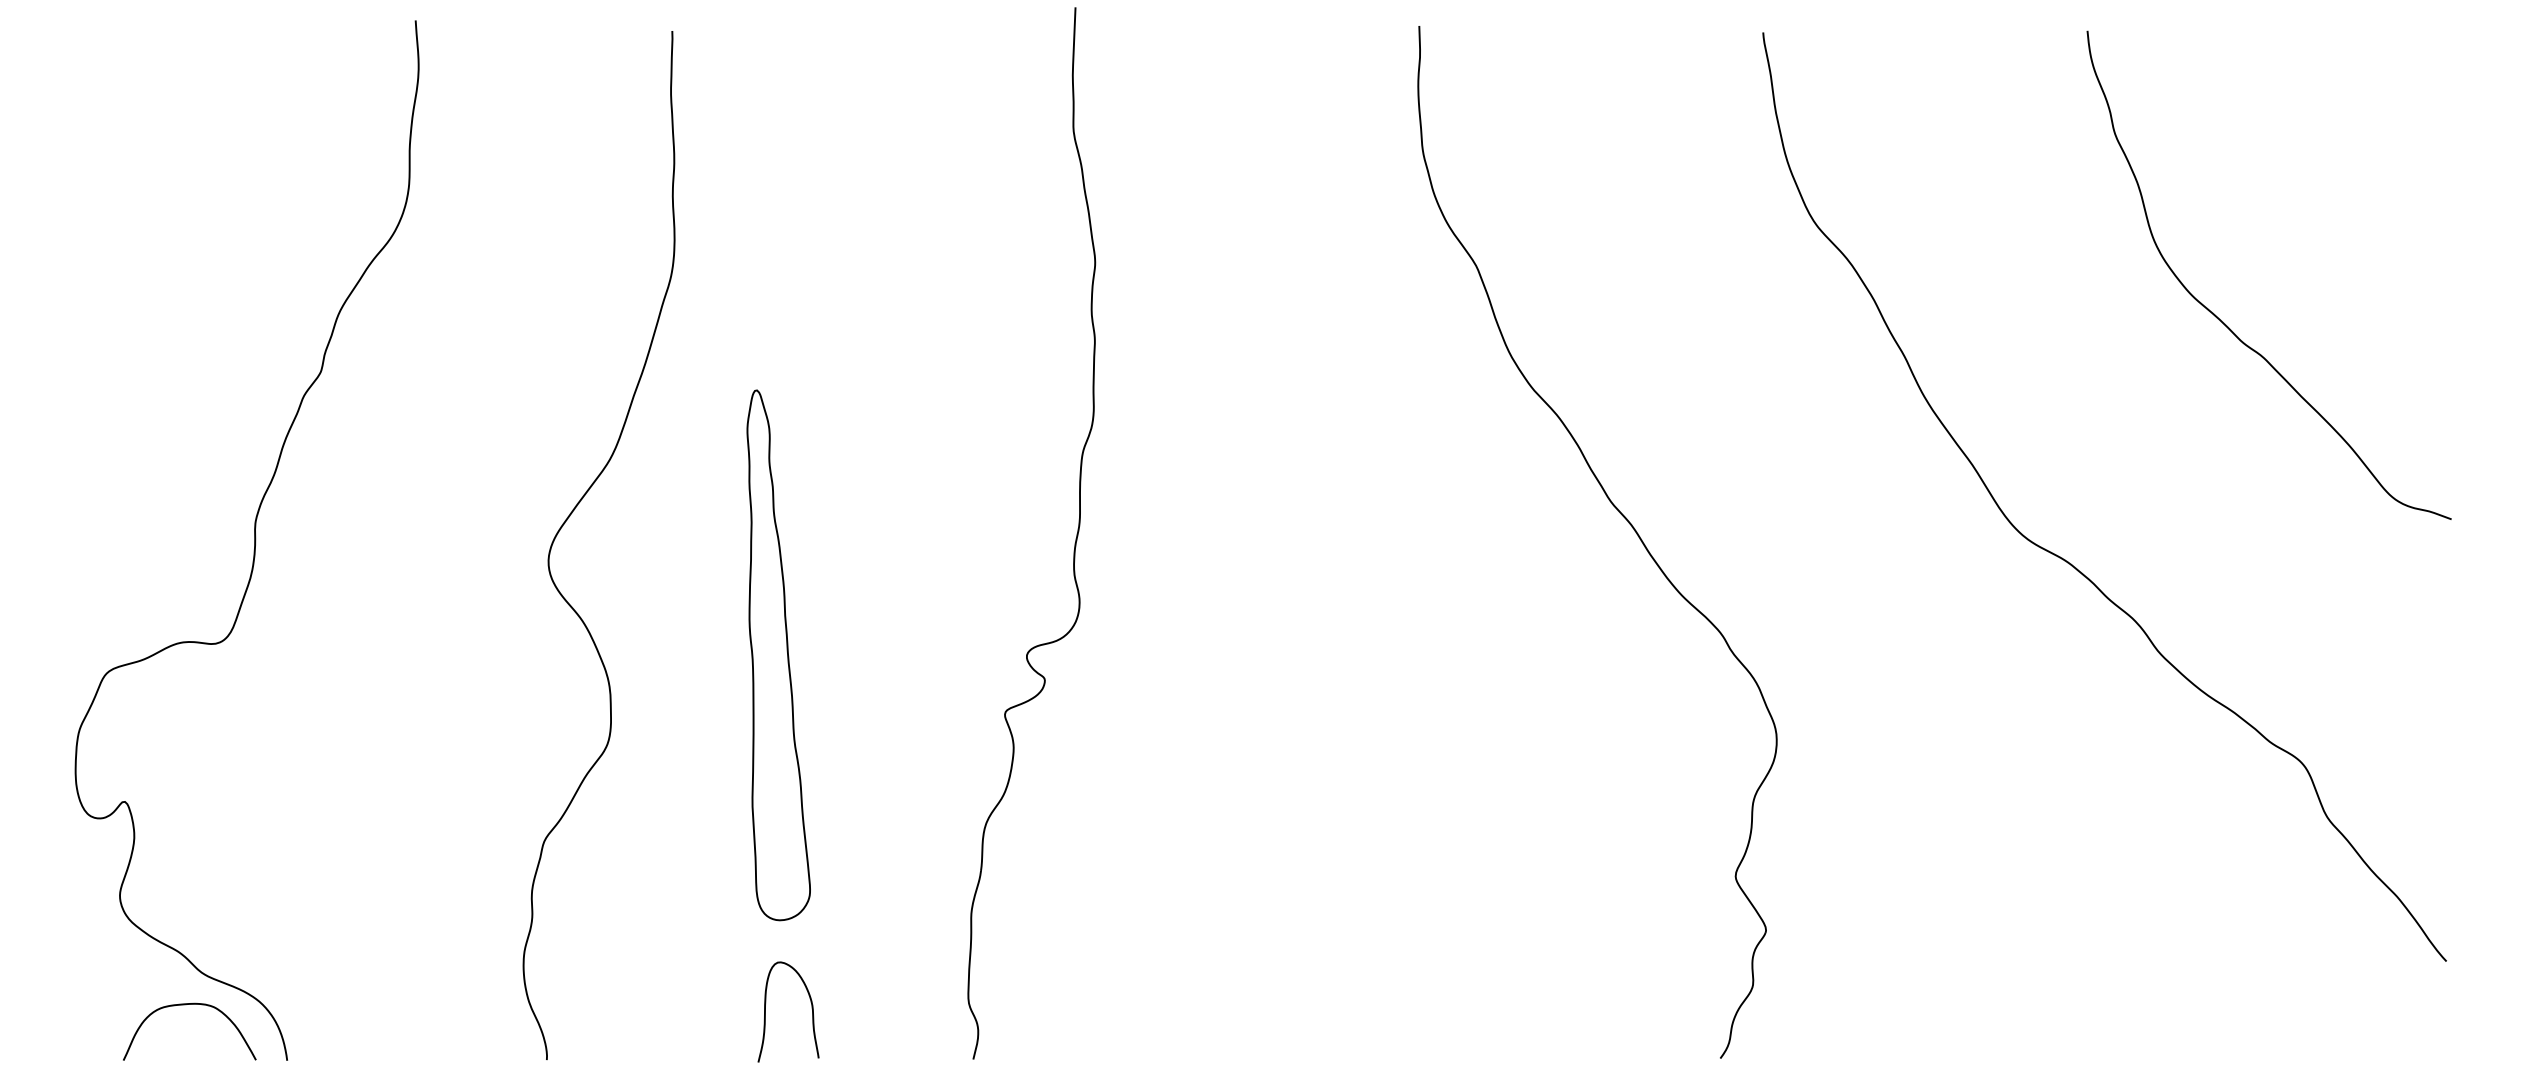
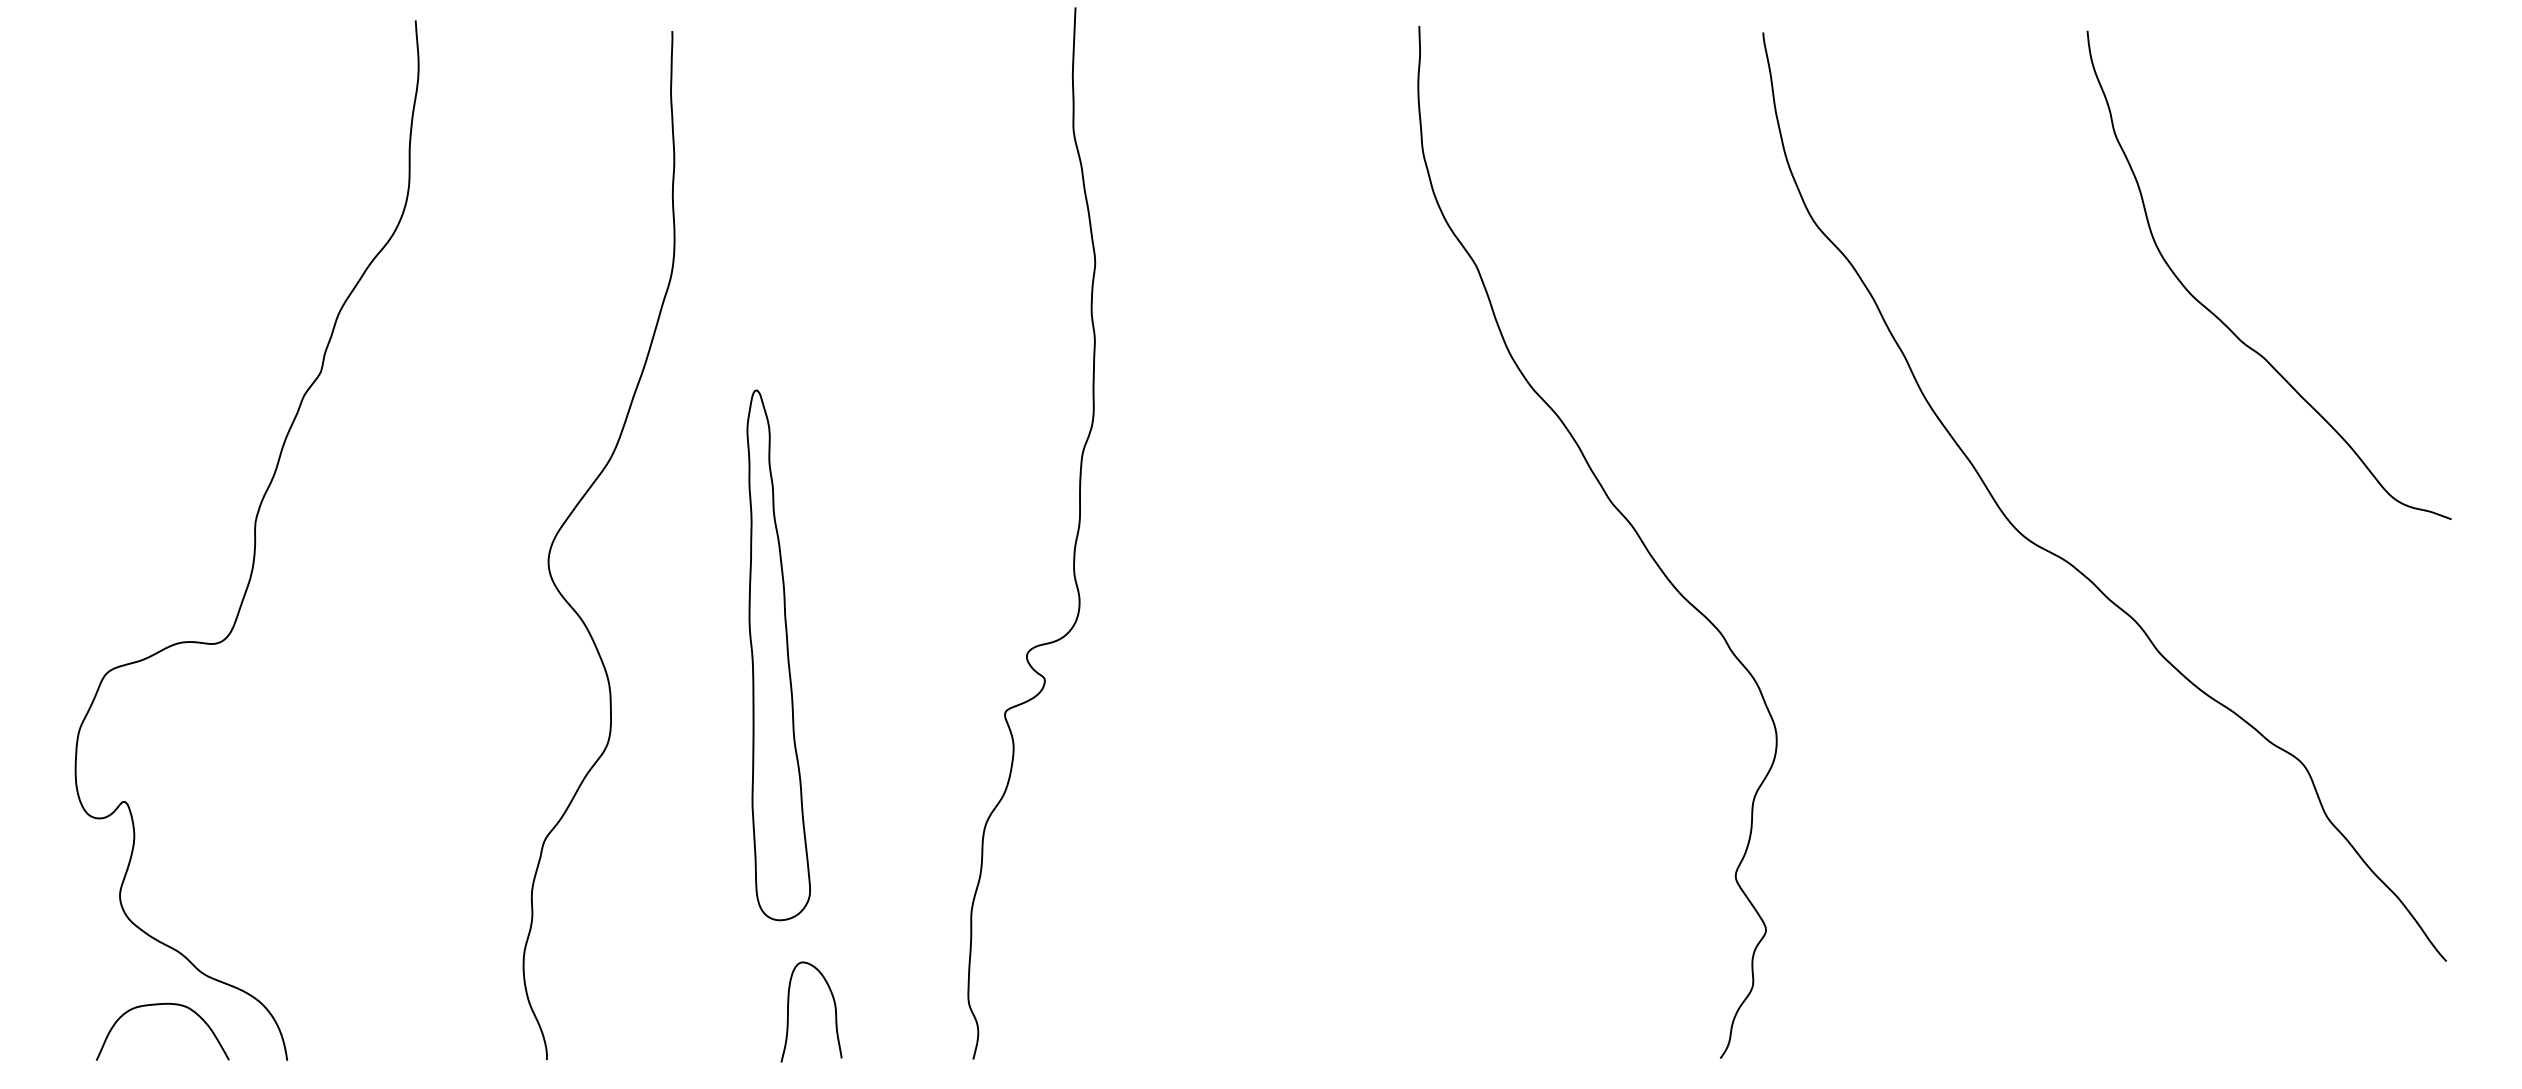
curve at (185, 1005) position: (185, 1005) -> (158, 1005)
curve at (765, 1011) position: (765, 1011) -> (788, 1011)
